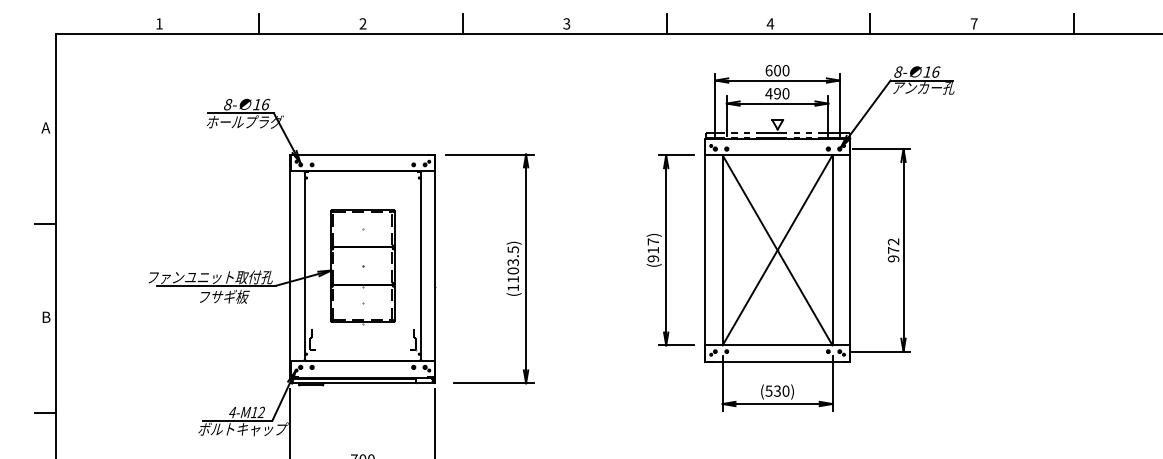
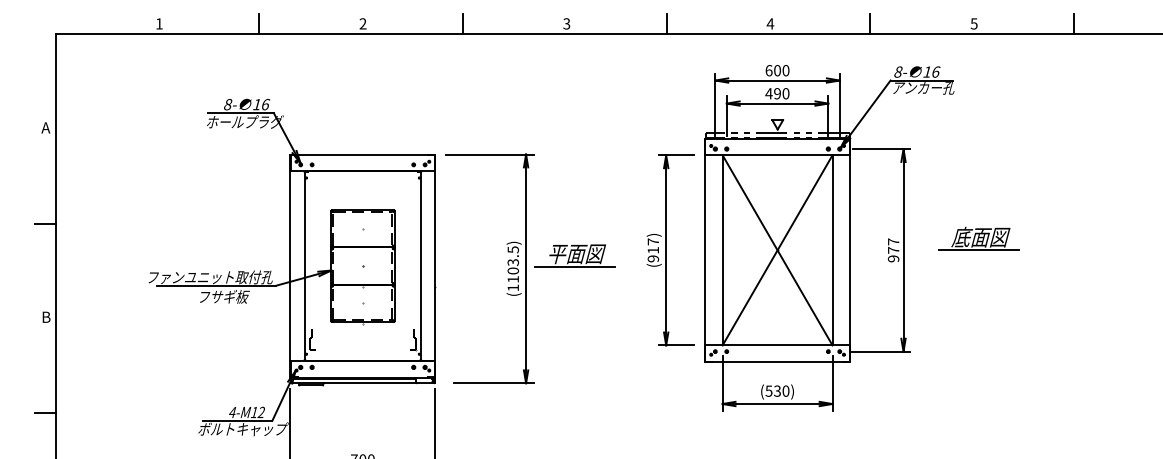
text at (973, 23): 7 -> 5
part at (978, 238): none -> present
text at (893, 241): 972 -> 977
part at (574, 255): none -> present
